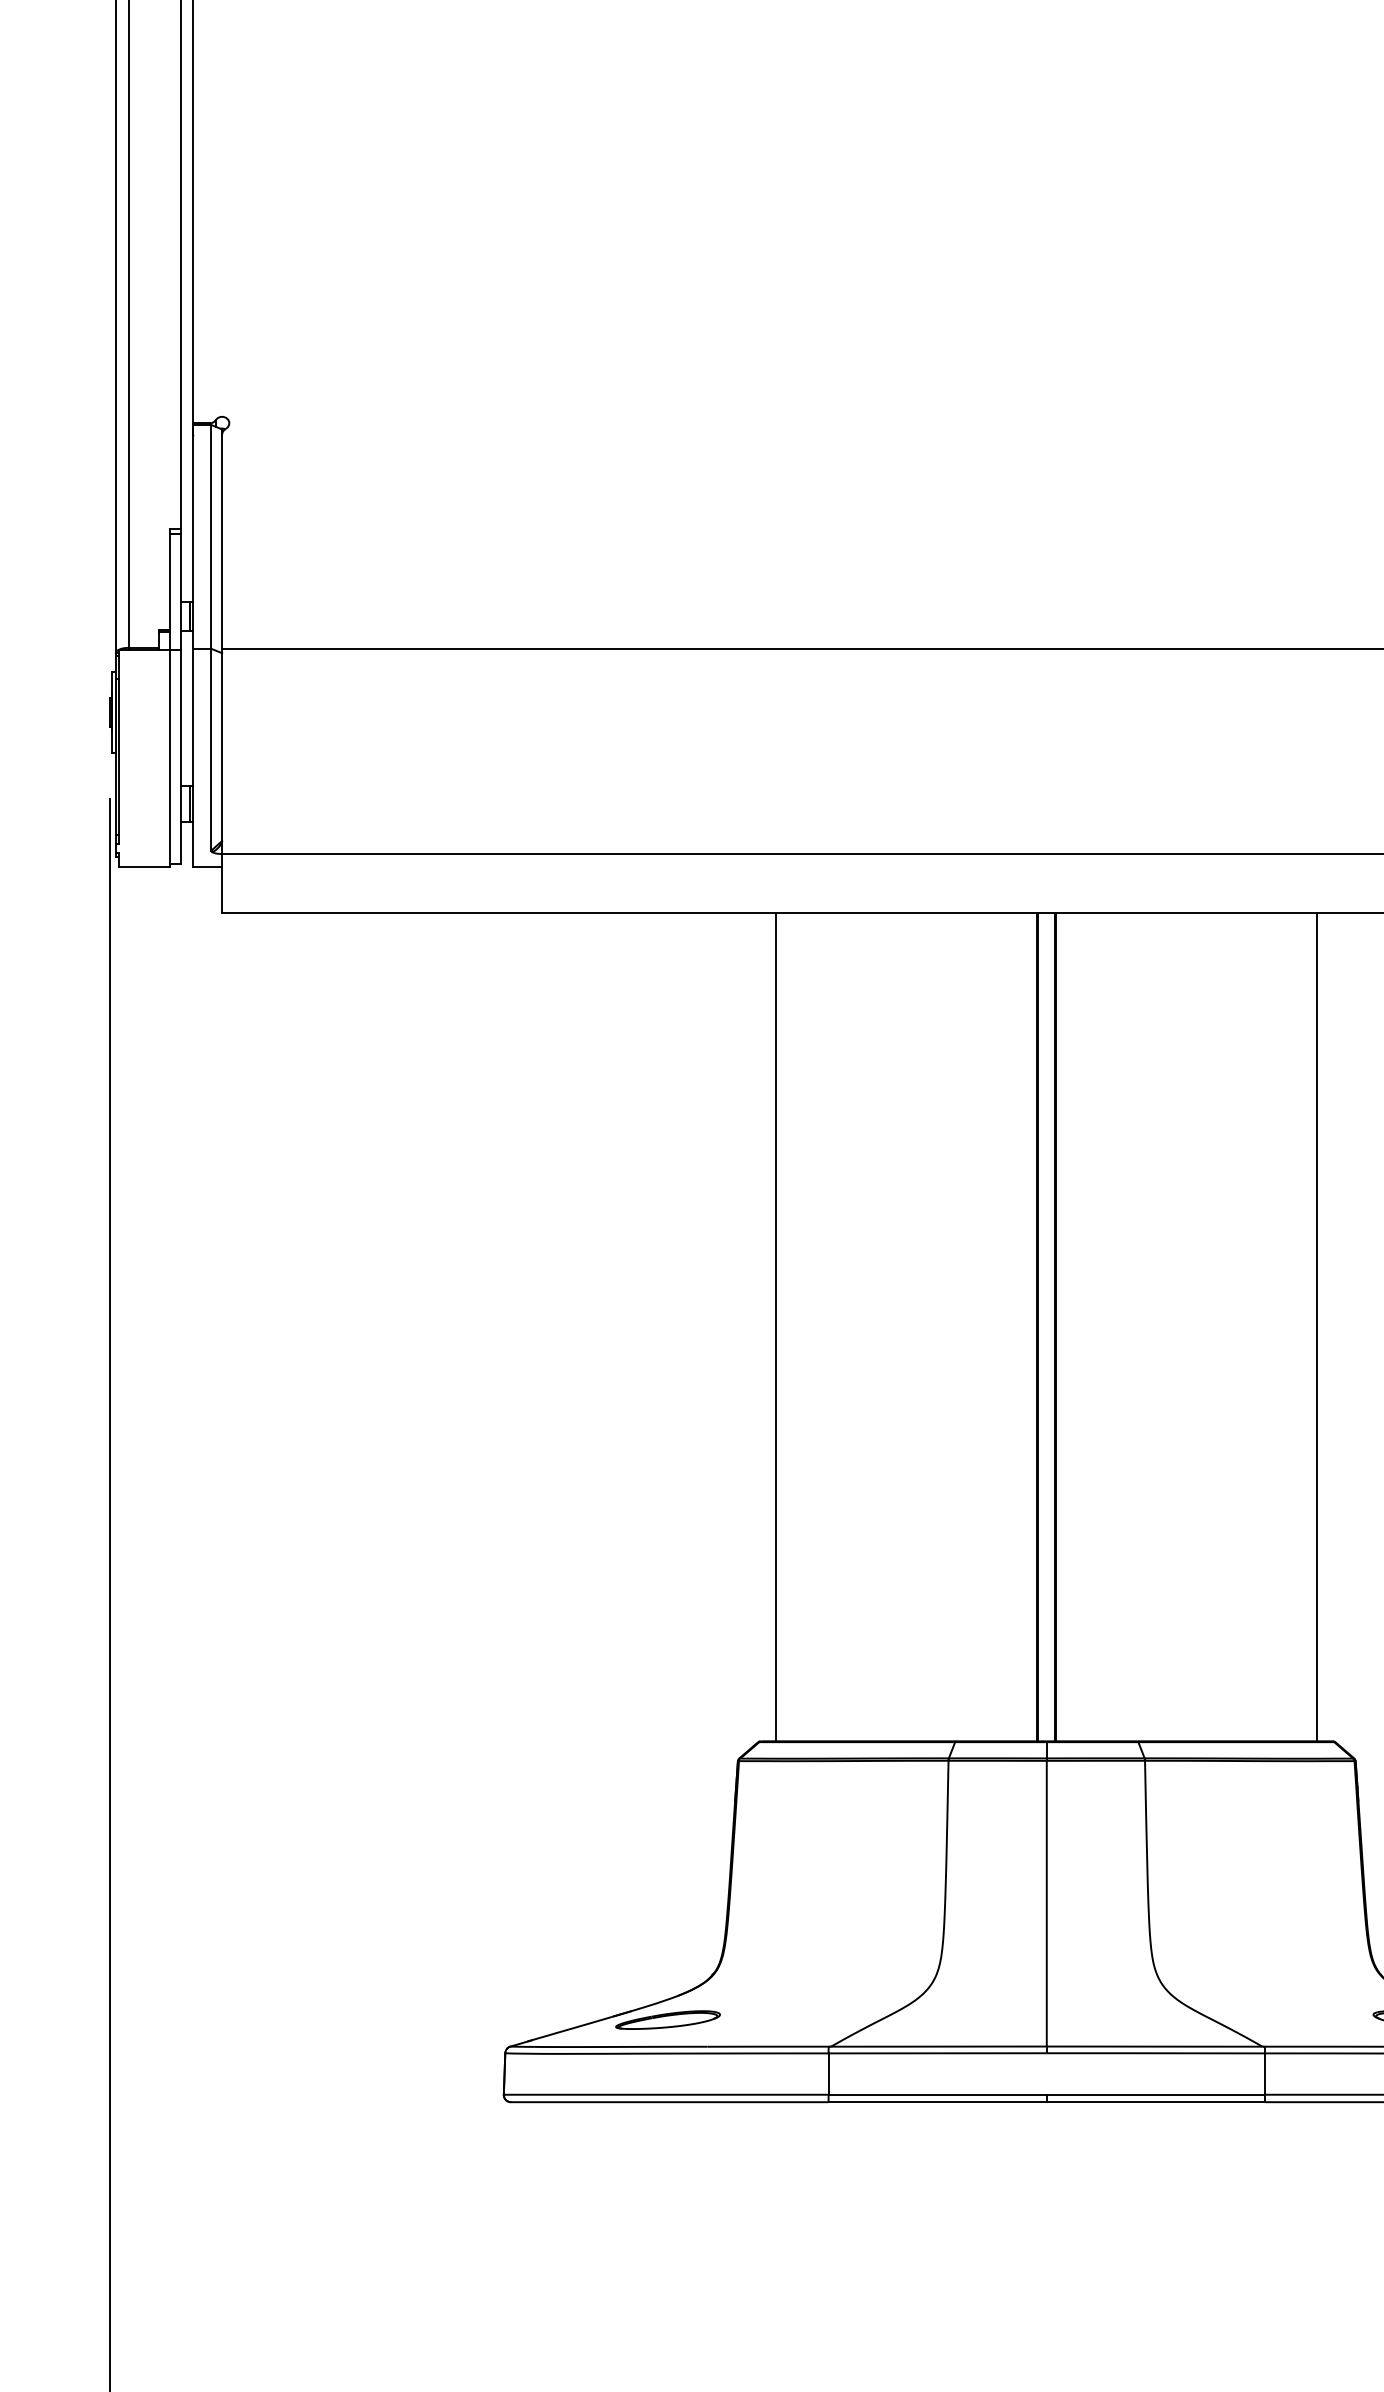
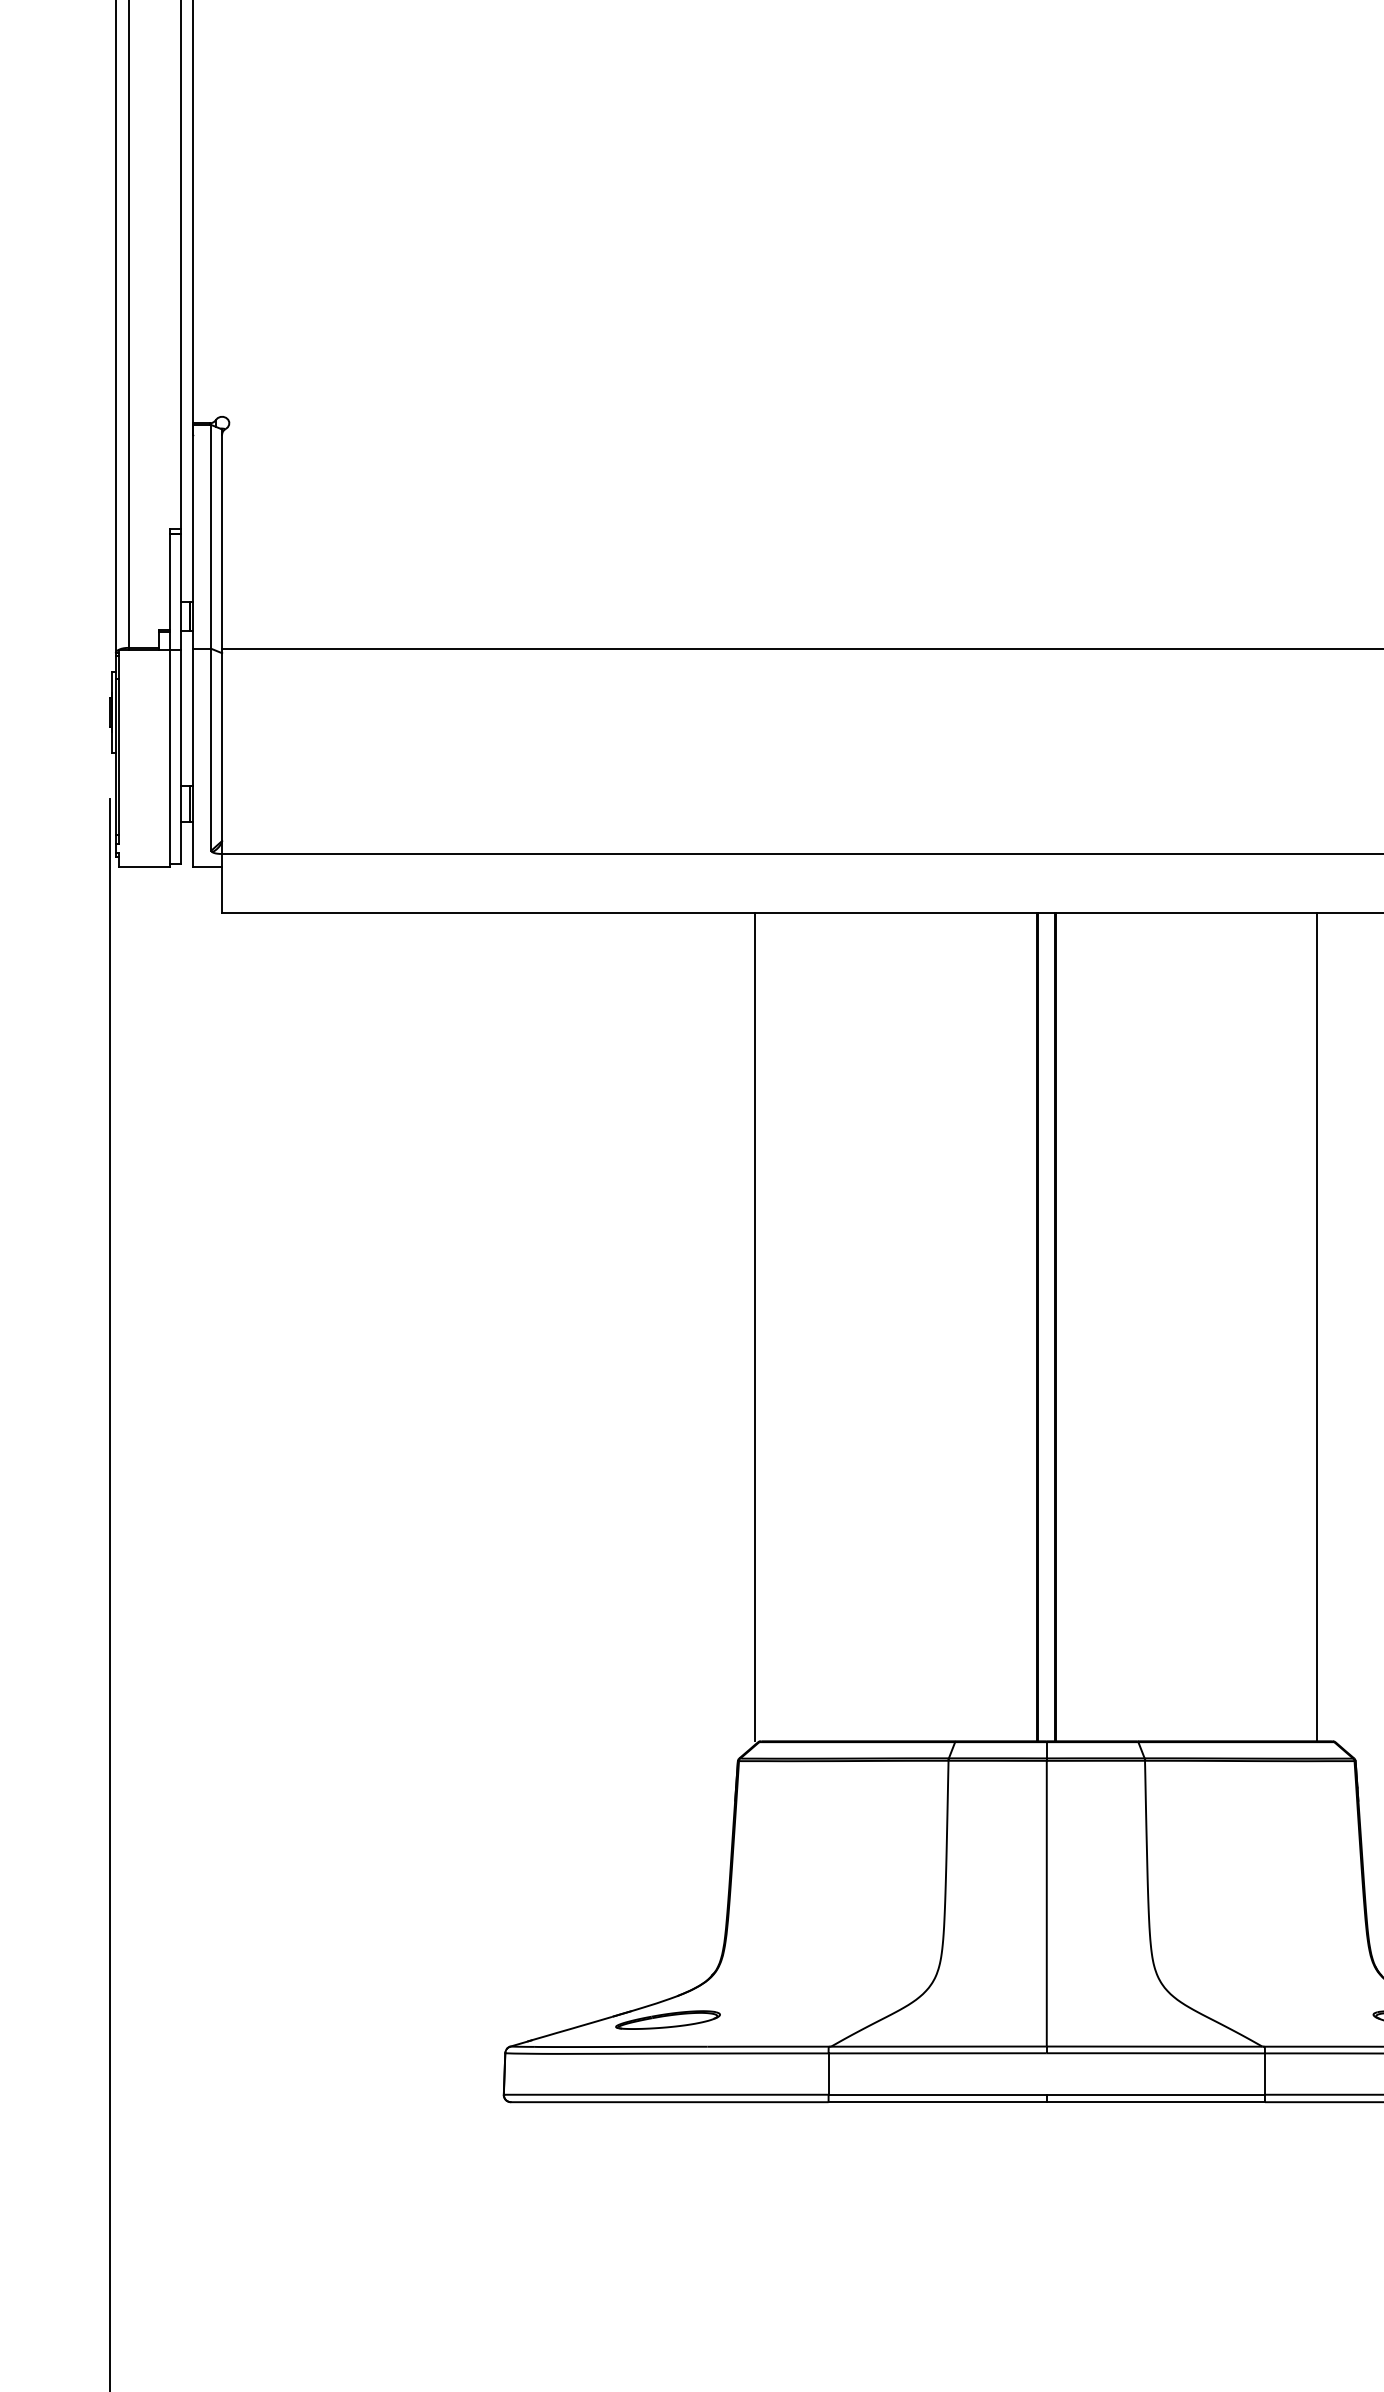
line at (776, 1326) position: (776, 1326) -> (755, 1326)
